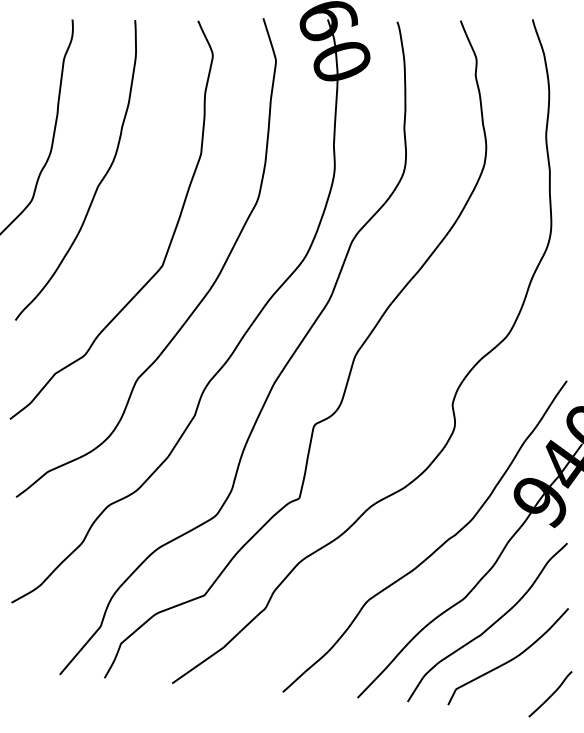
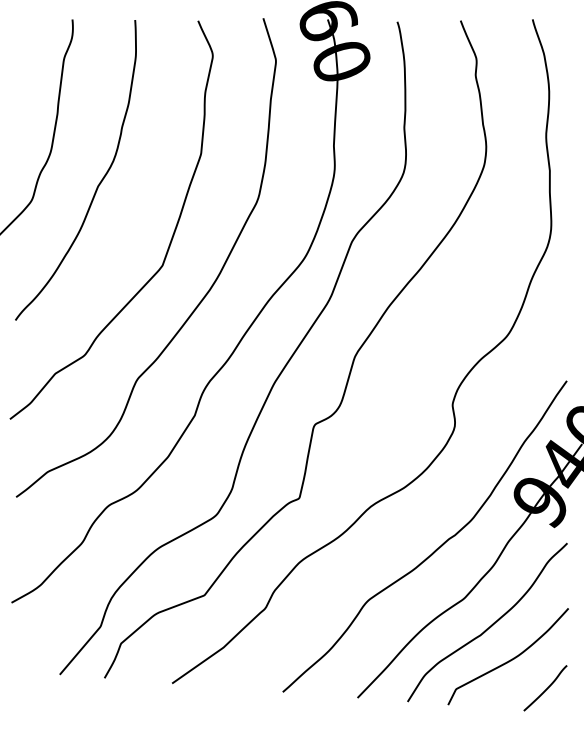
curve at (551, 694) position: (551, 694) -> (546, 688)
